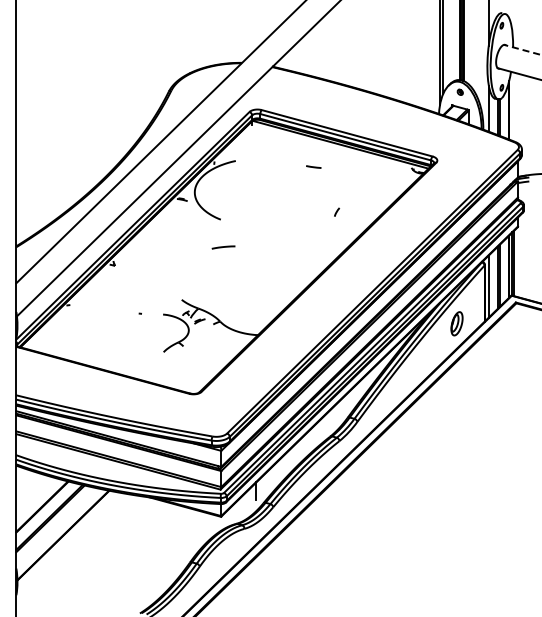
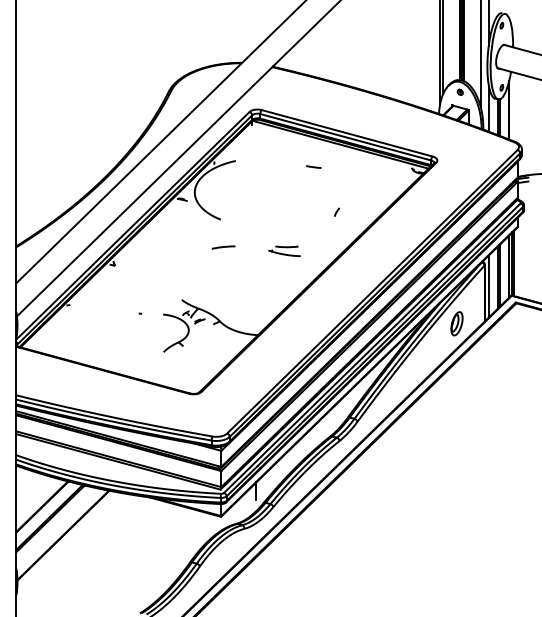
line at (522, 49): dashed -> solid
line at (480, 54): none -> present
part at (284, 250): none -> present
